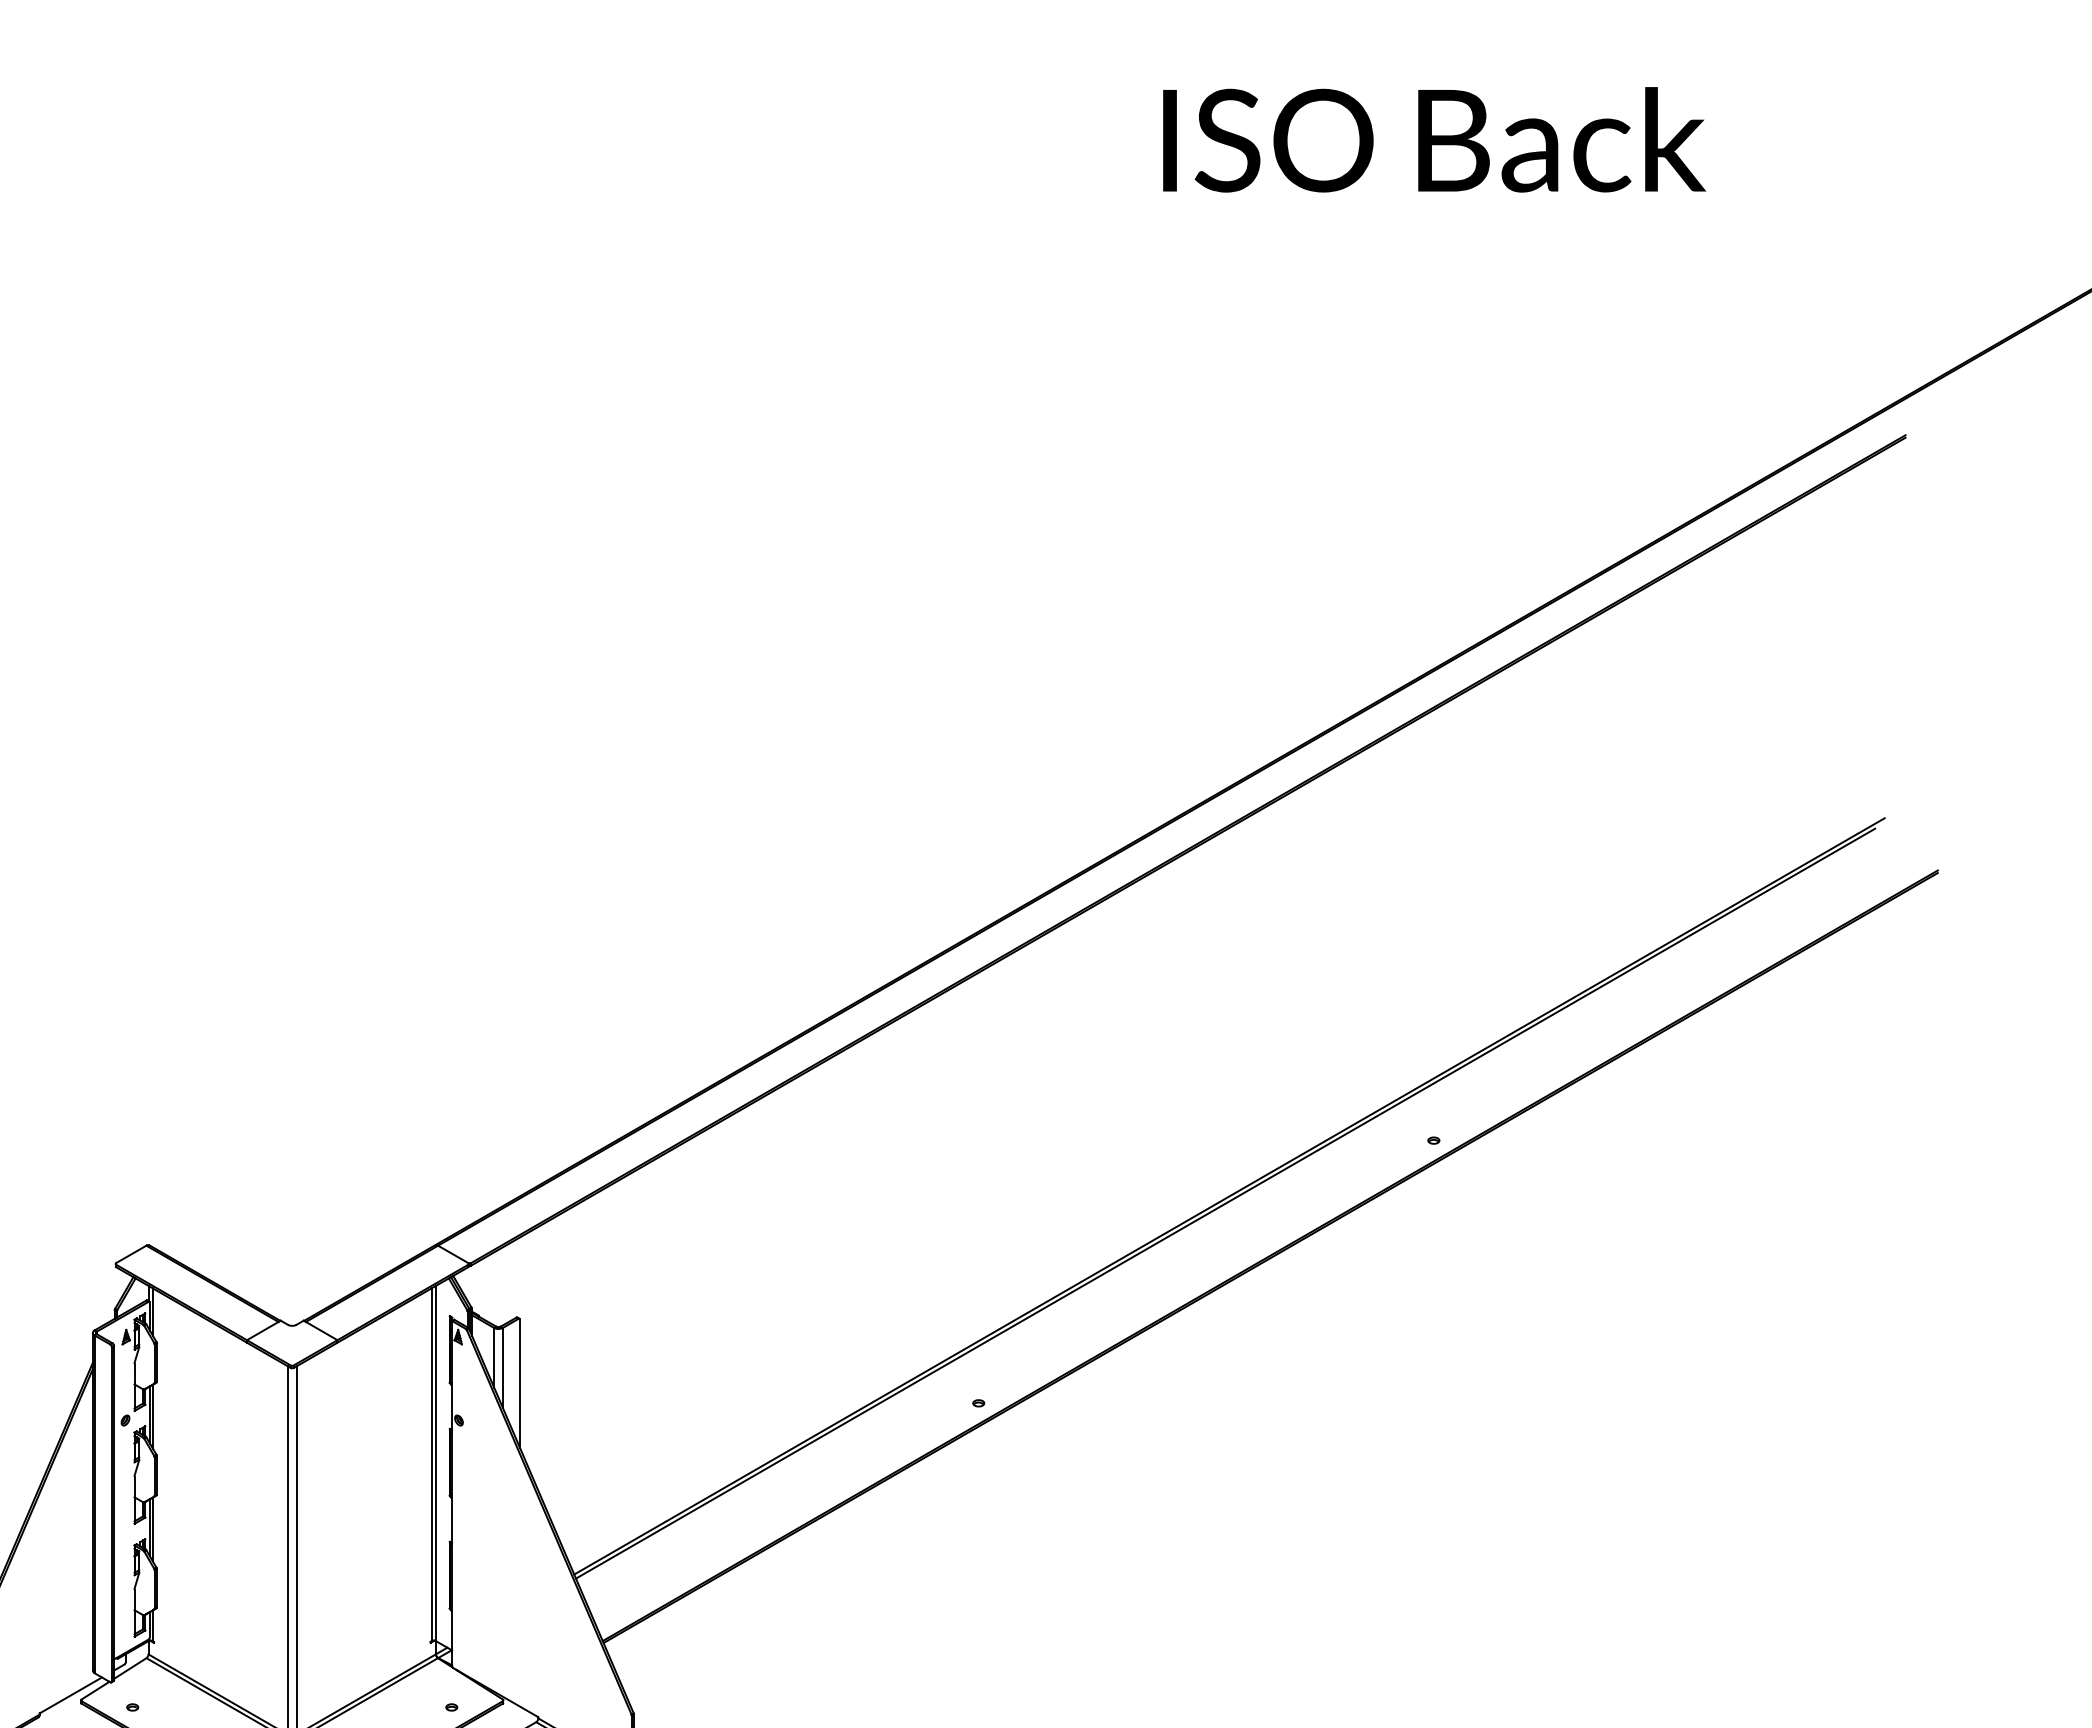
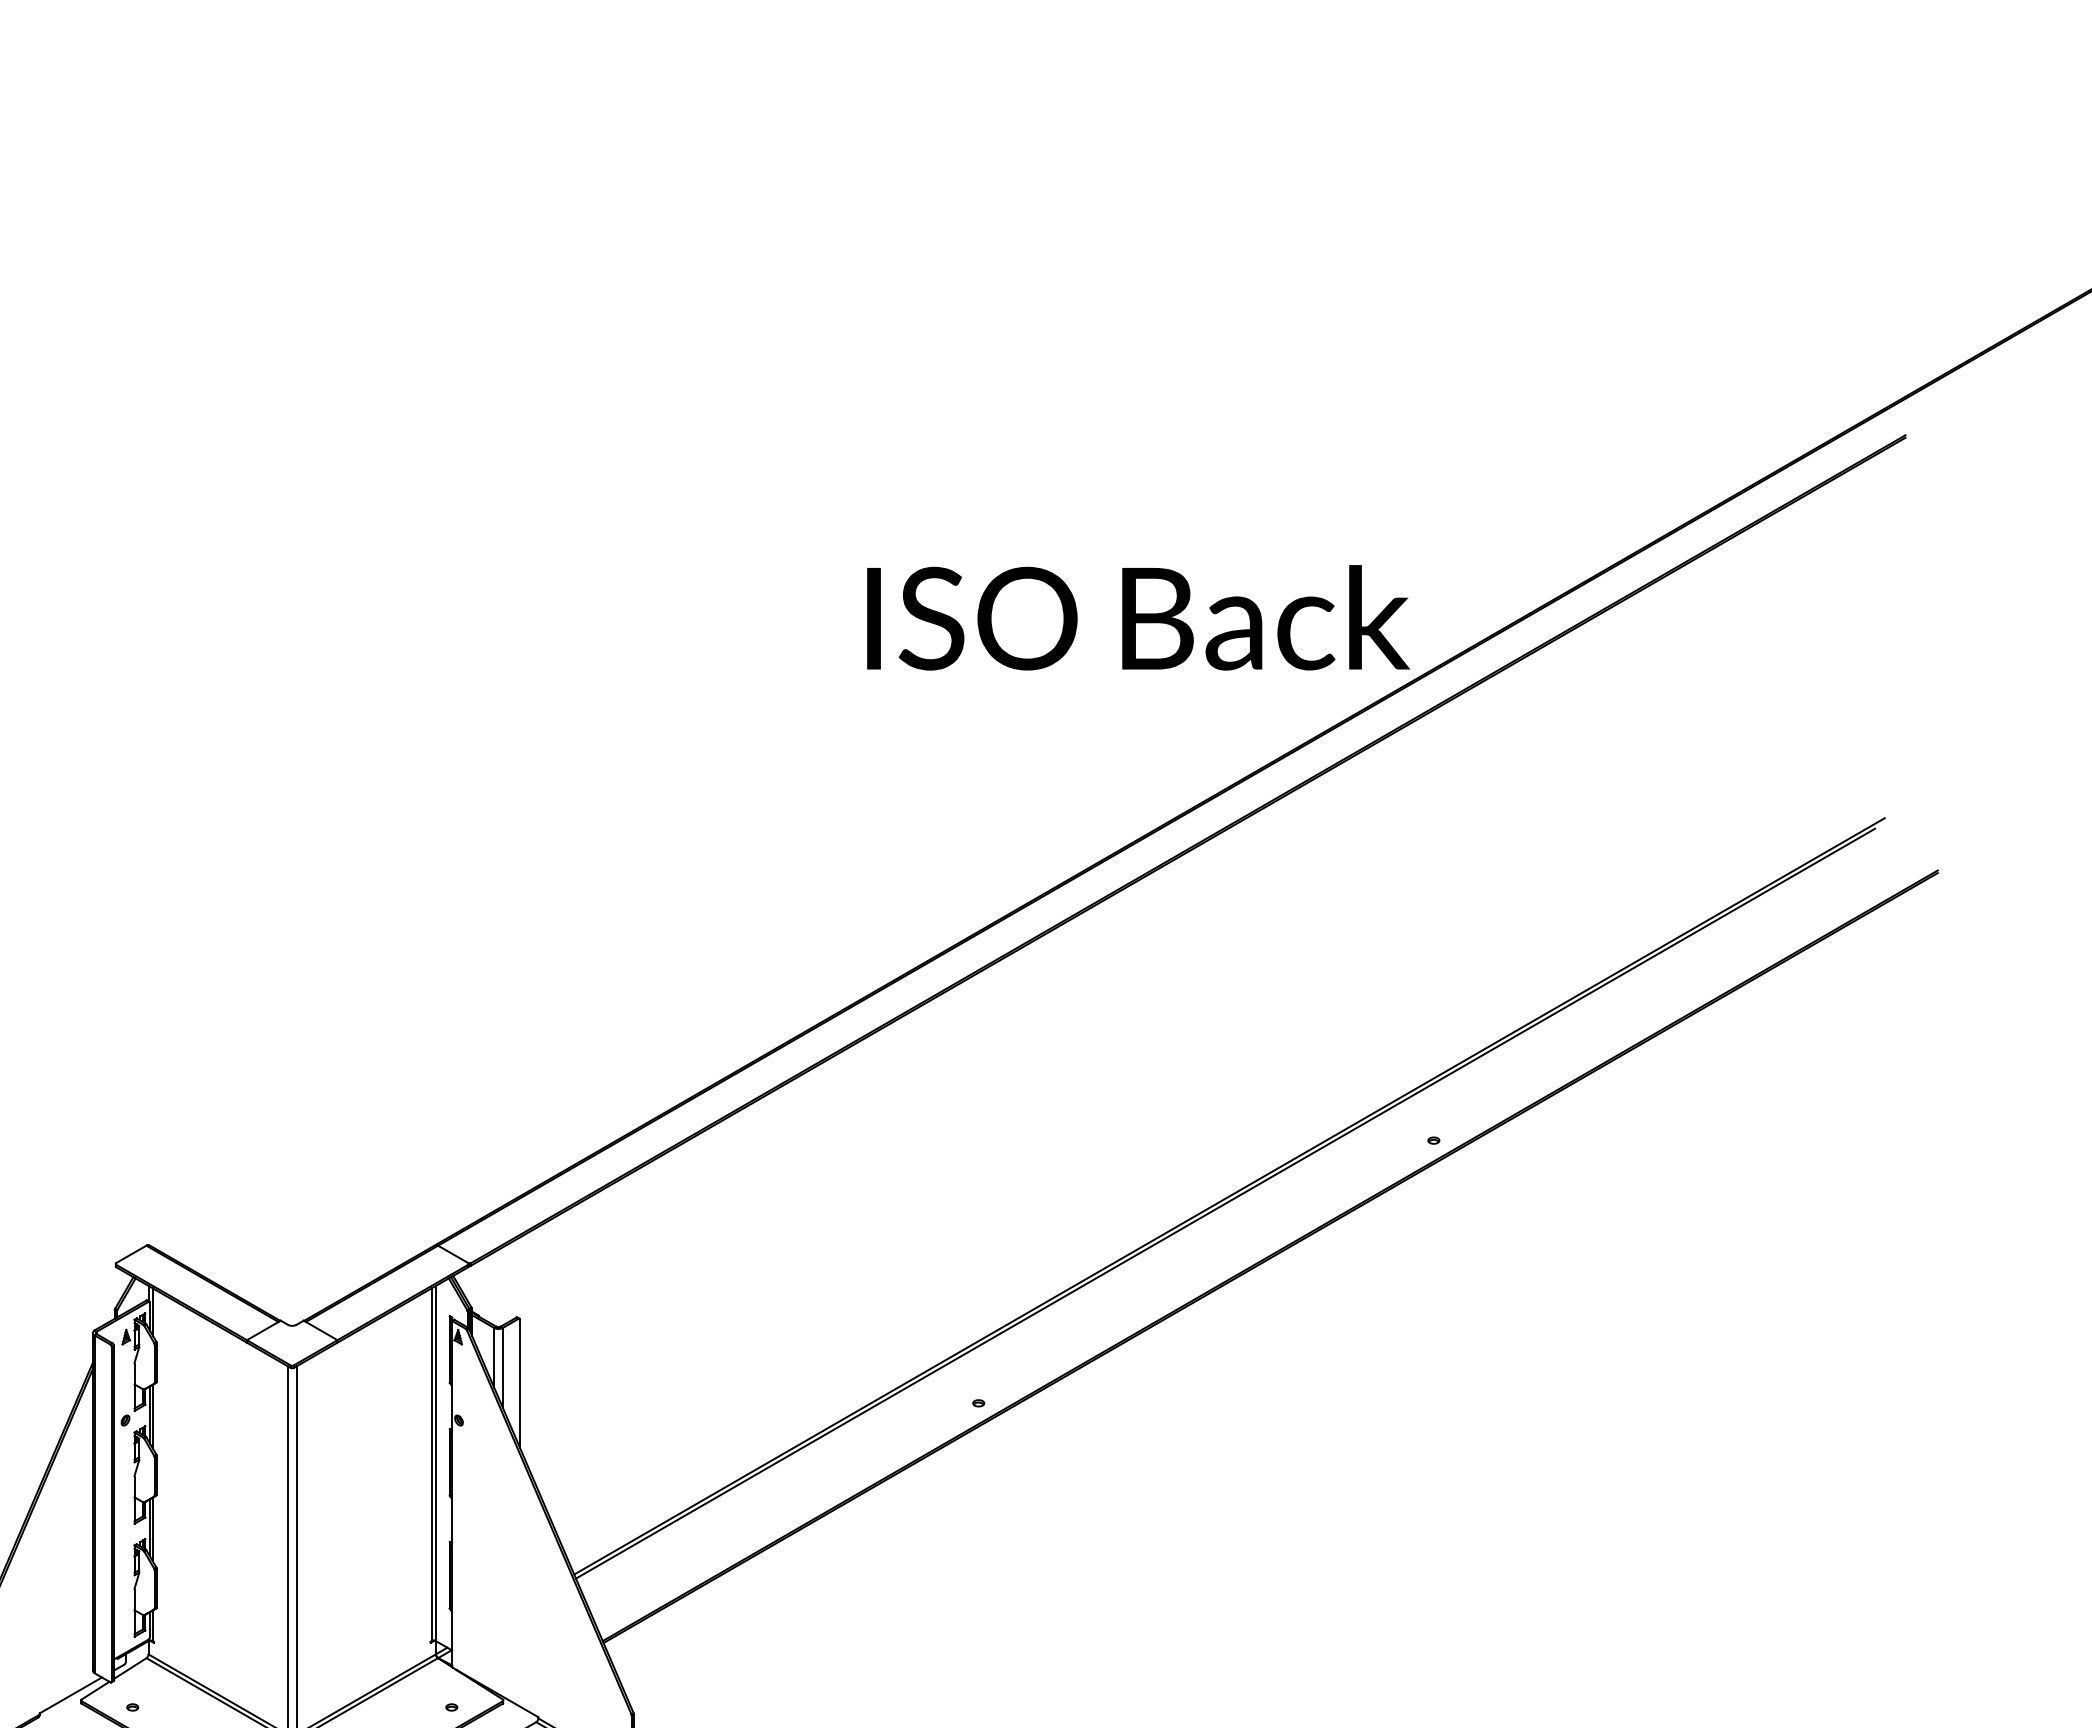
text at (1434, 139) position: (1434, 139) -> (1138, 617)
